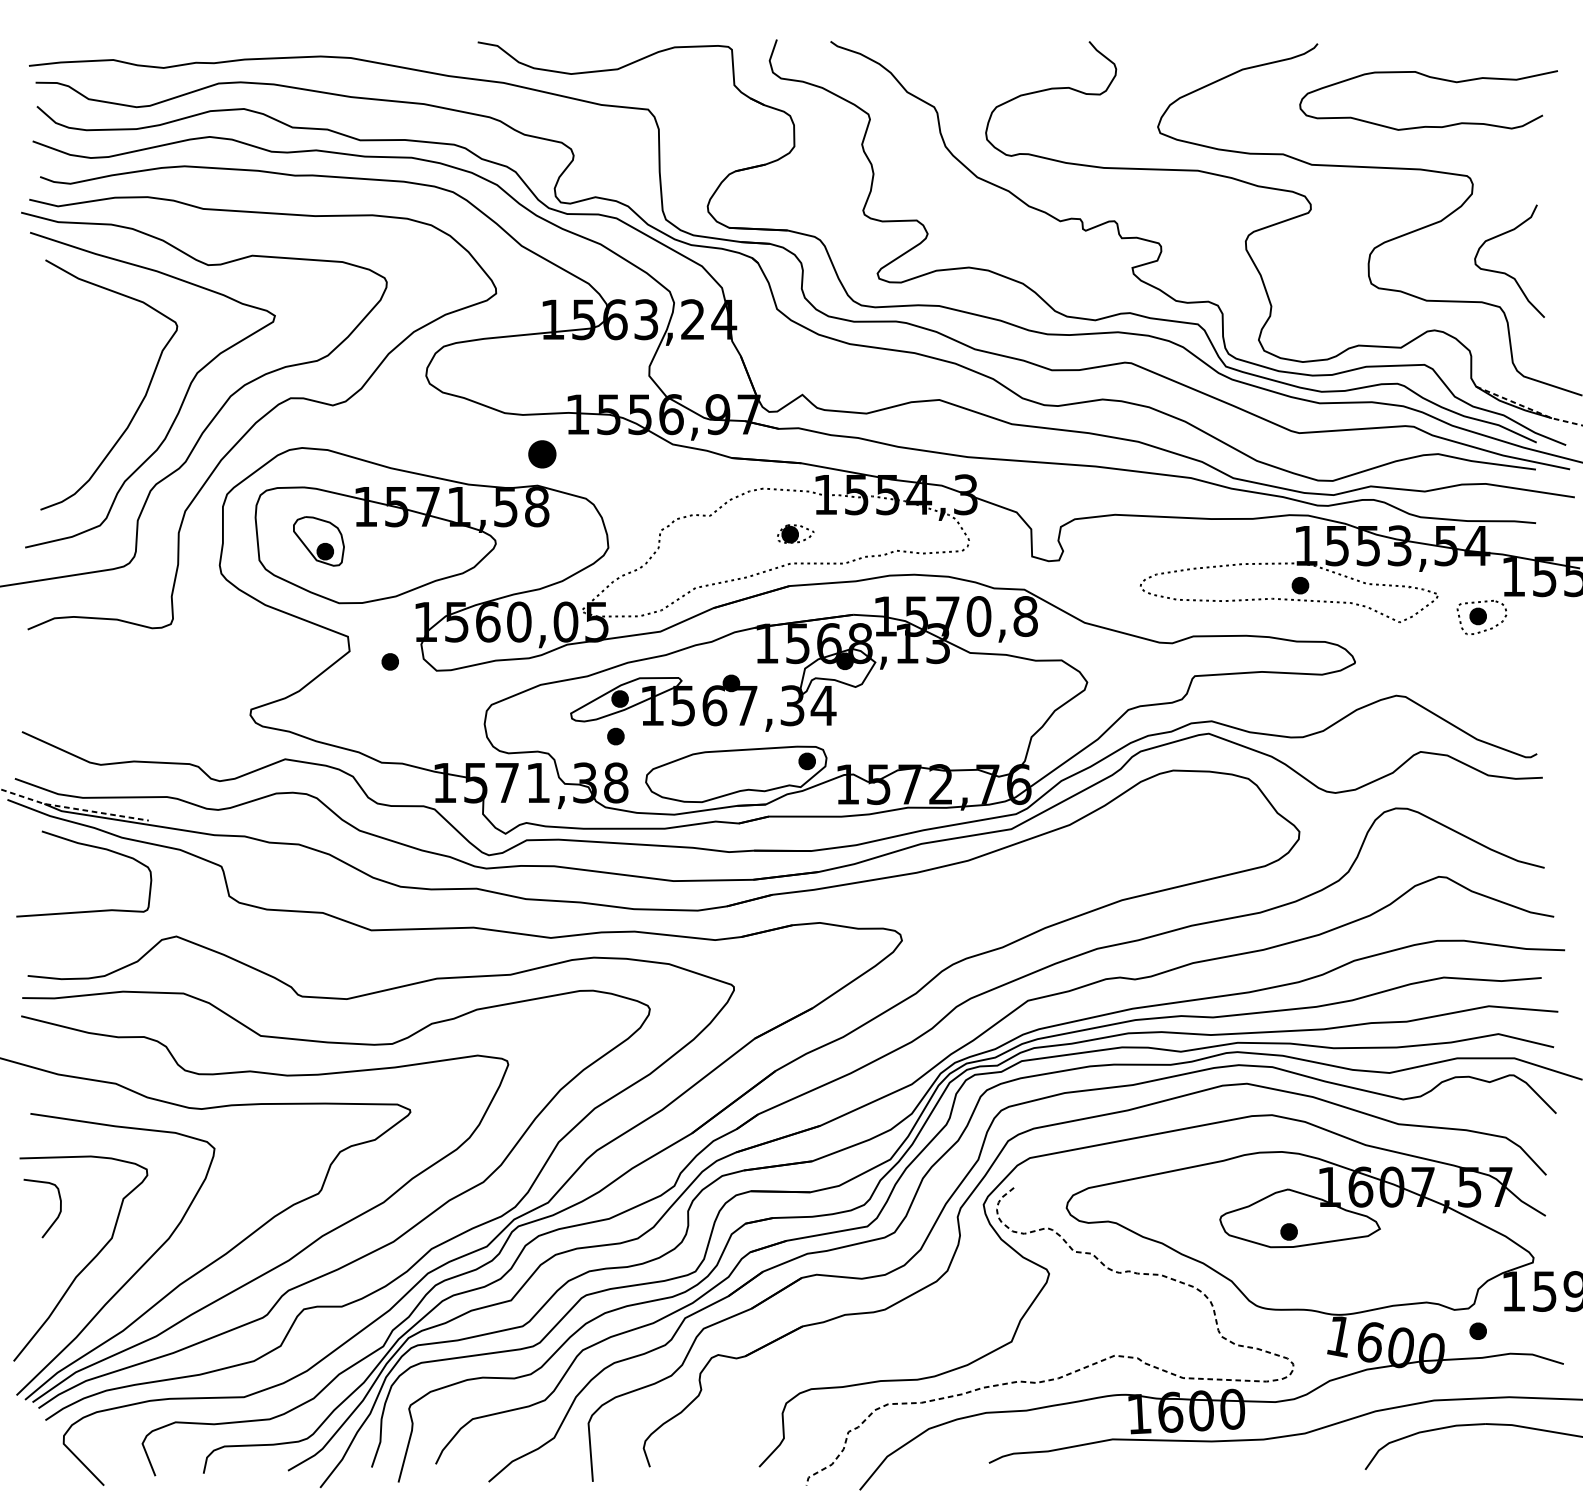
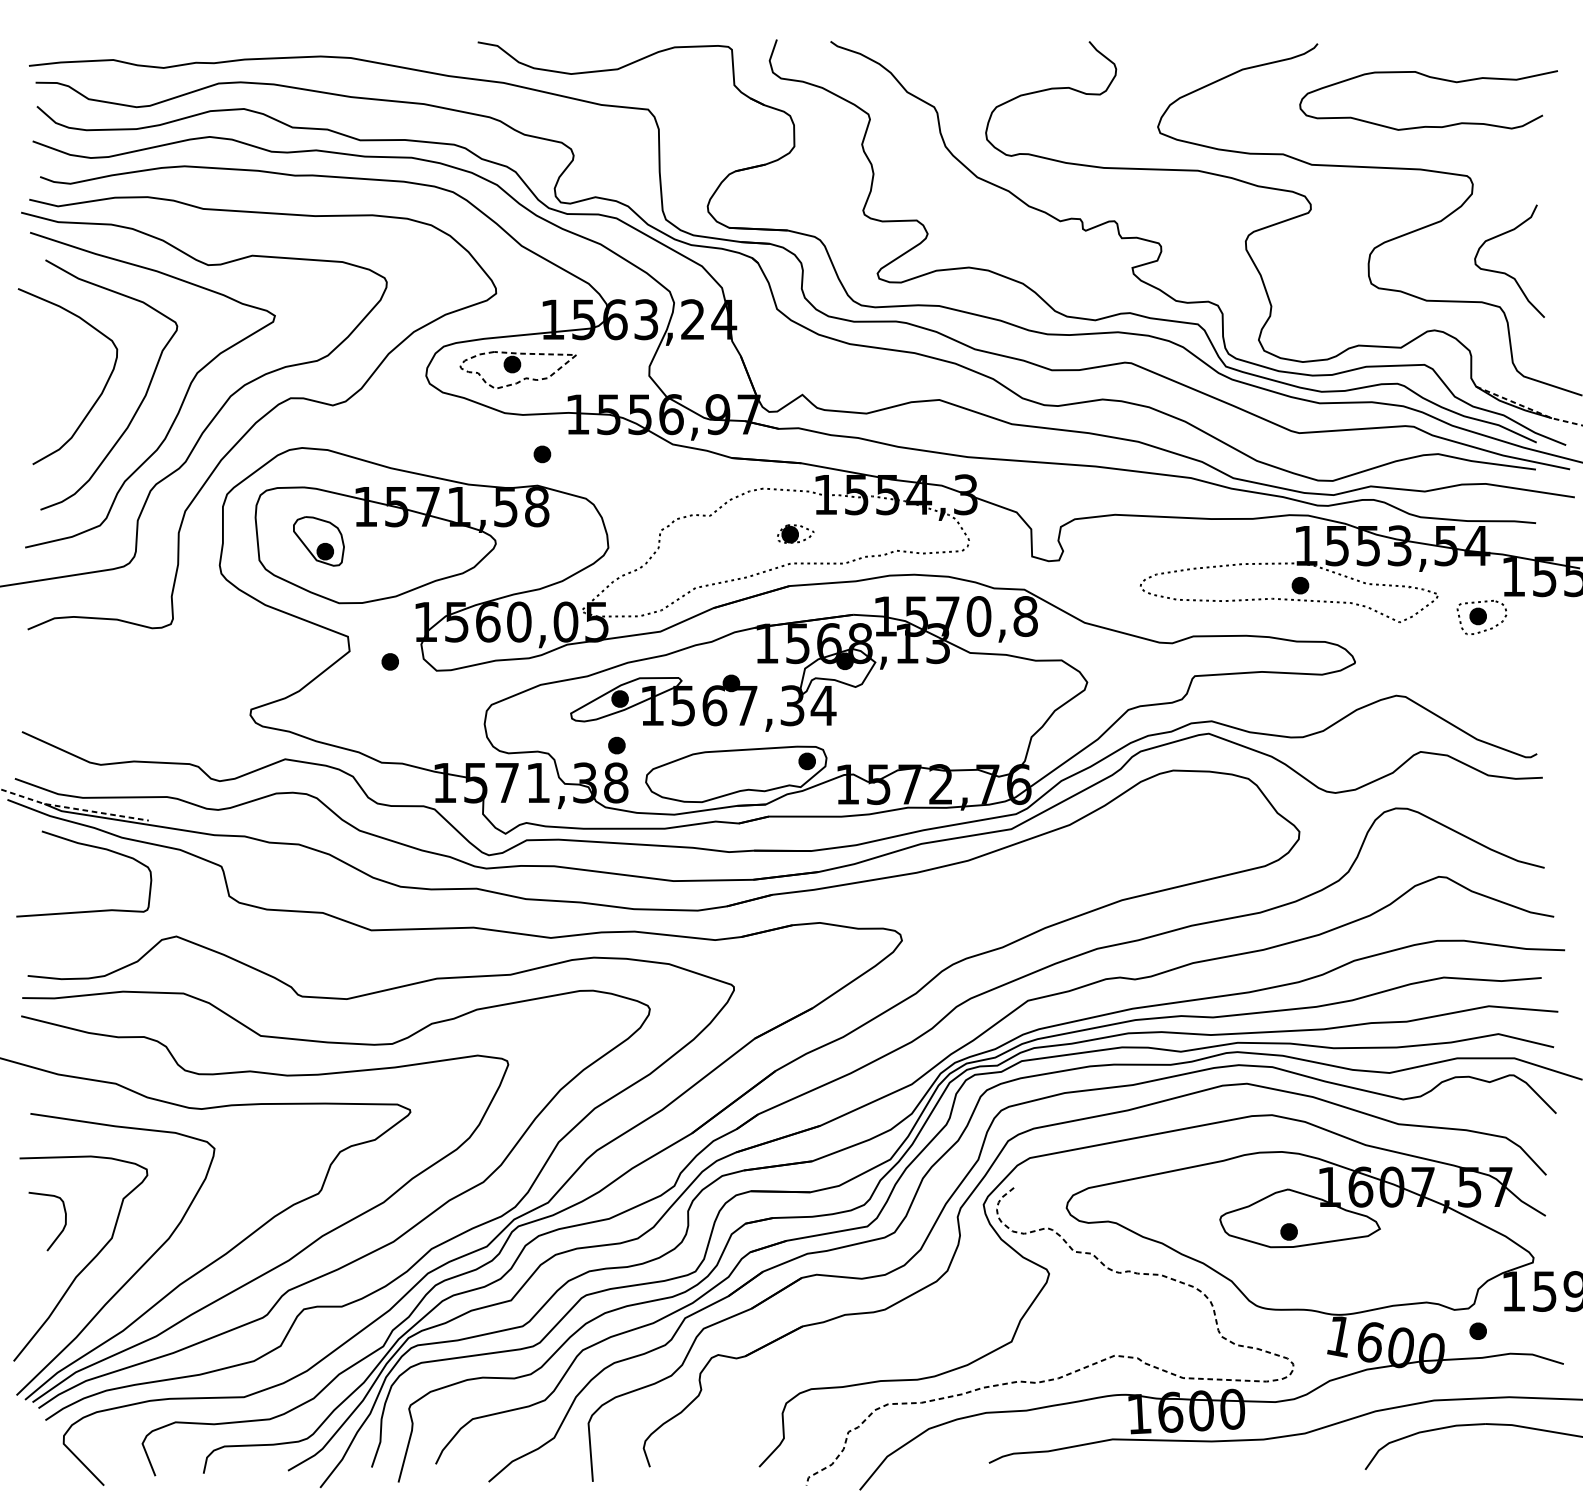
part at (517, 369): none -> present
curve at (98, 396): none -> present
part at (542, 454) size: 29x29 px -> 19x19 px
part at (615, 736) position: (615, 736) -> (616, 745)
curve at (57, 1215) position: (57, 1215) -> (62, 1228)
